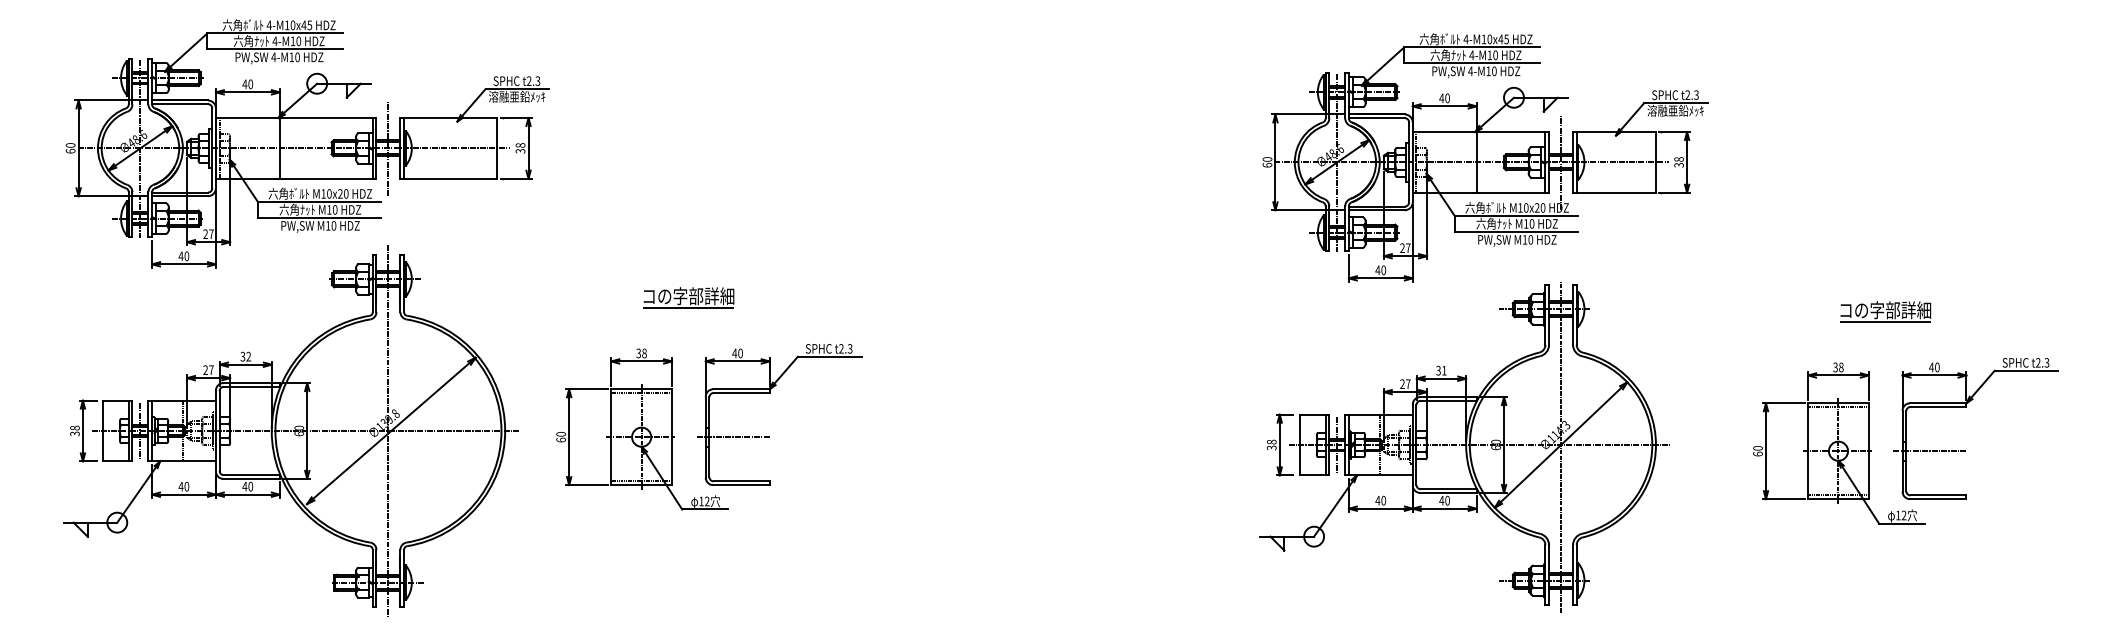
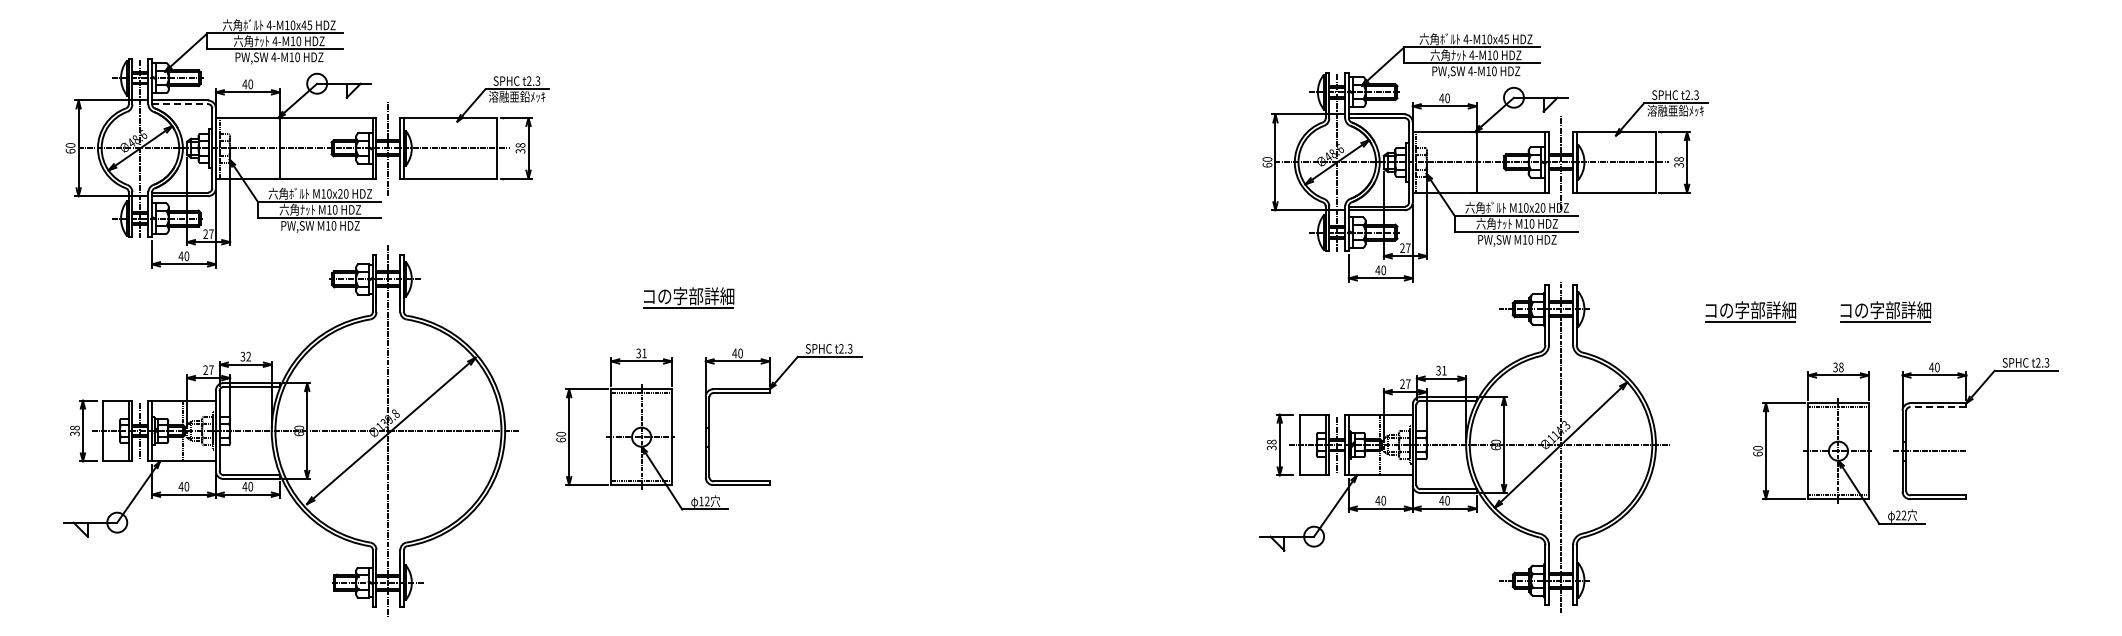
line at (180, 104): solid -> dashed
part at (1750, 311): none -> present
text at (644, 353): 38 -> 31
line at (1938, 407): solid -> dashed
line at (732, 437): present -> none
text at (1898, 515): 12 -> 22
